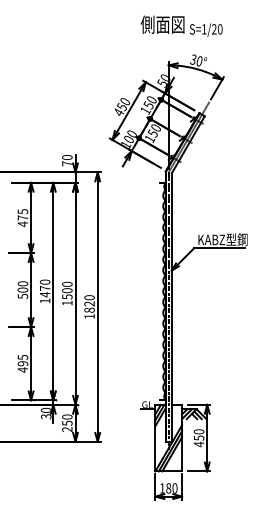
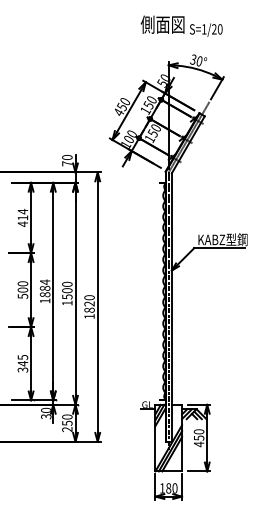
text at (22, 214): 475 -> 414
text at (44, 288): 1470 -> 1884
text at (22, 366): 495 -> 345
